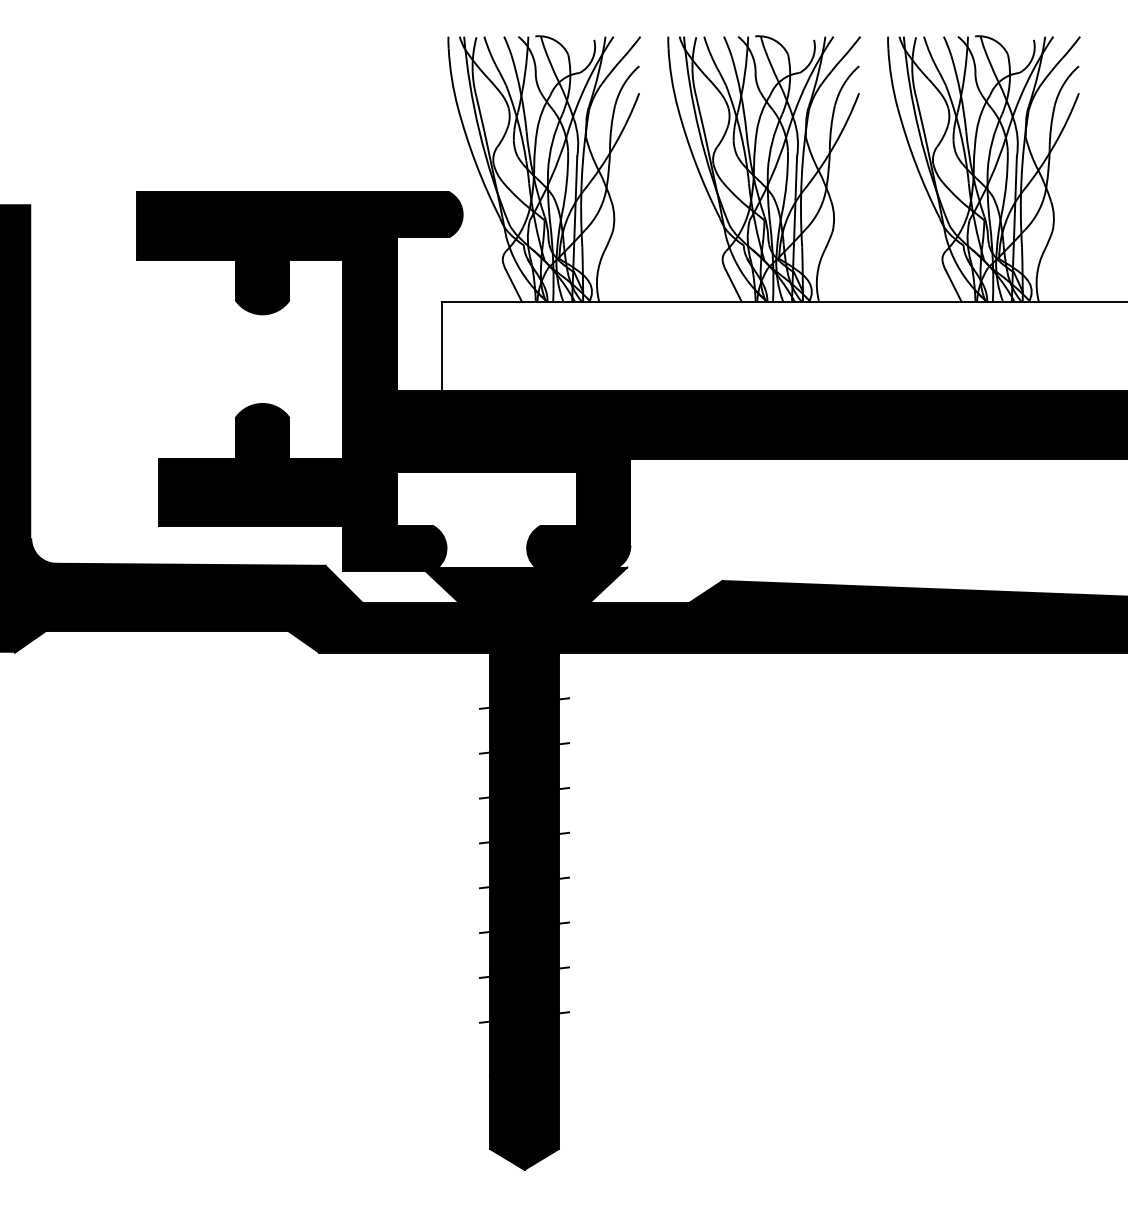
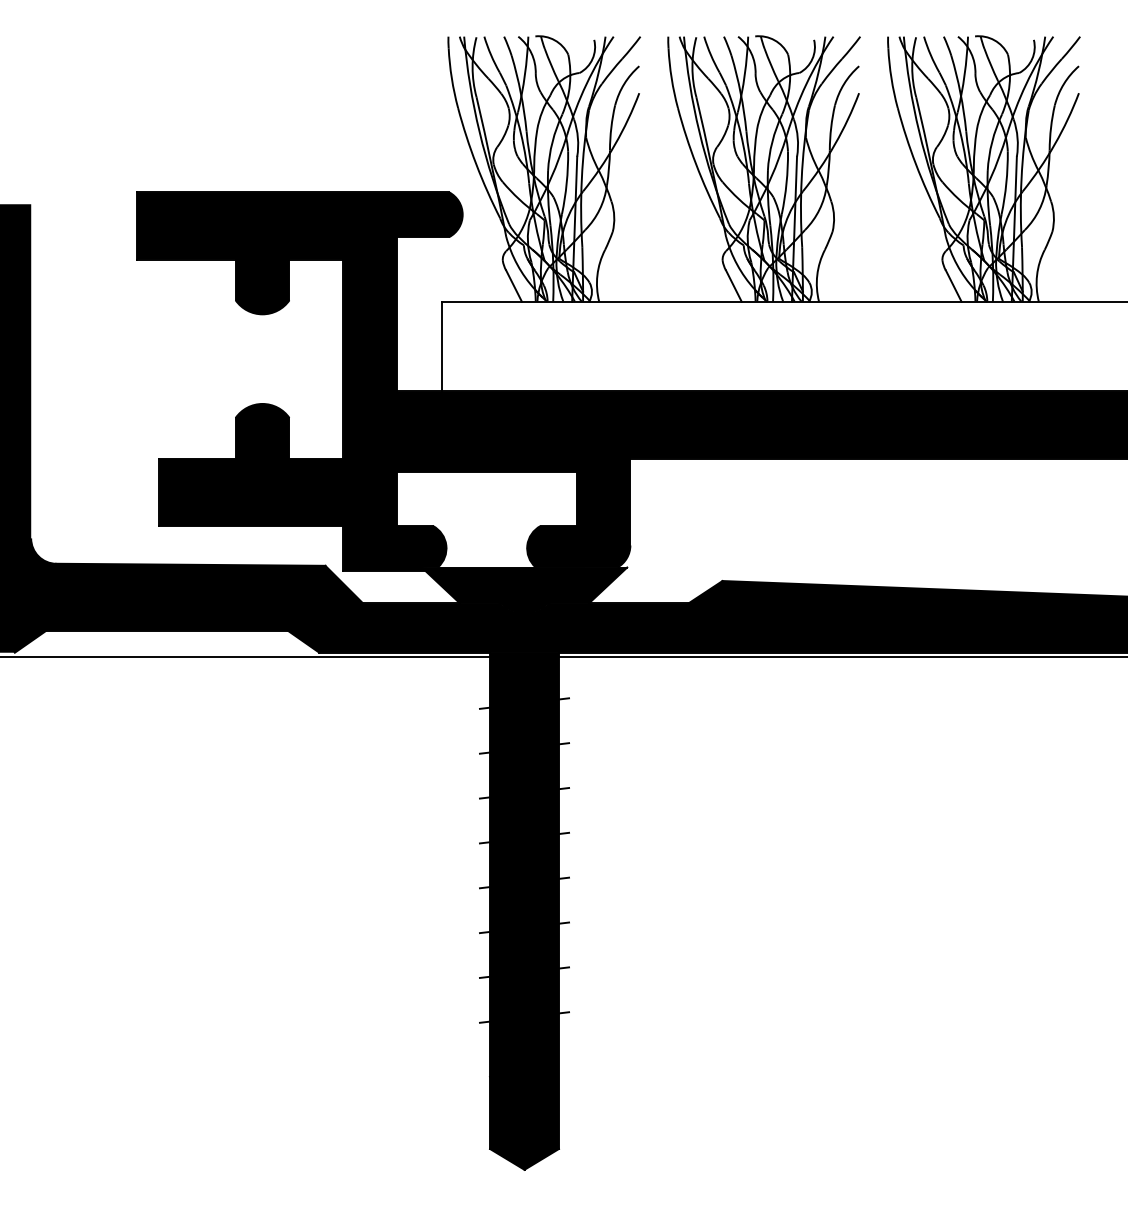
line at (246, 657): none -> present
line at (841, 657): none -> present
